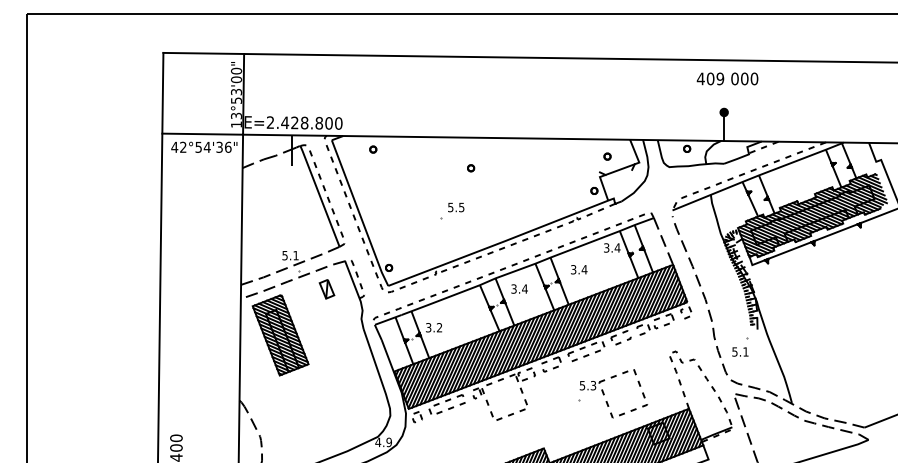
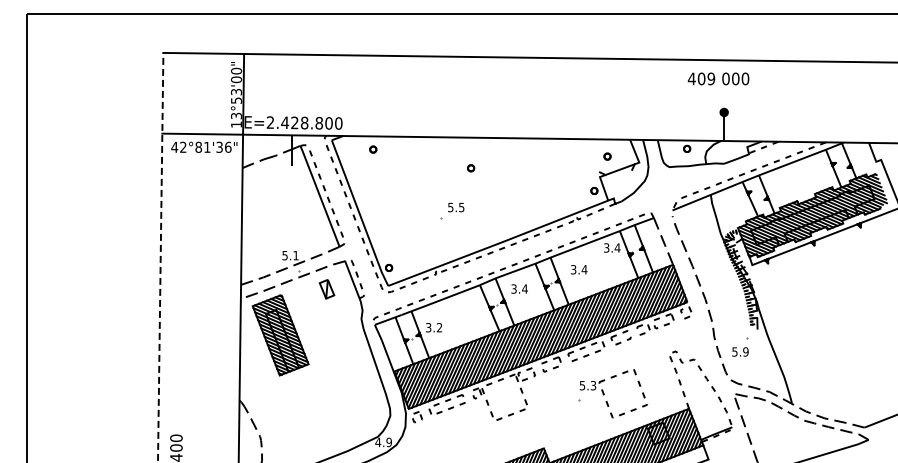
text at (727, 78) position: (727, 78) -> (718, 78)
text at (202, 146): 42°54'36" -> 42°81'36"
line at (160, 257): solid -> dashed
text at (745, 351): 5.1 -> 5.9
